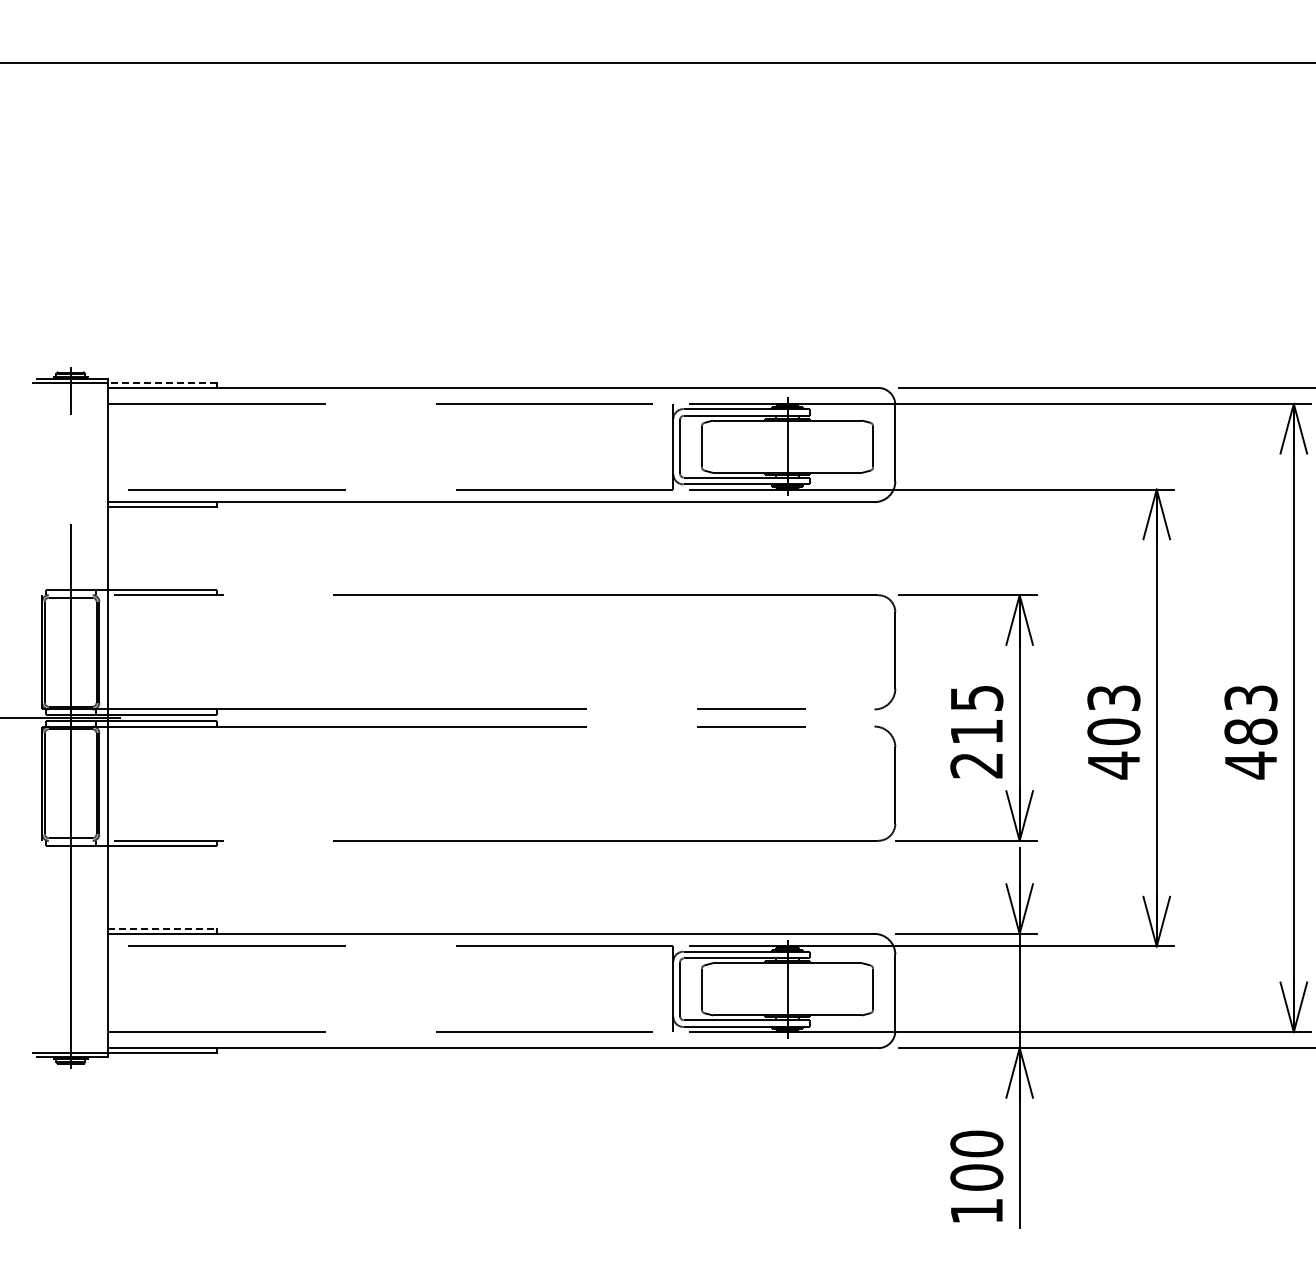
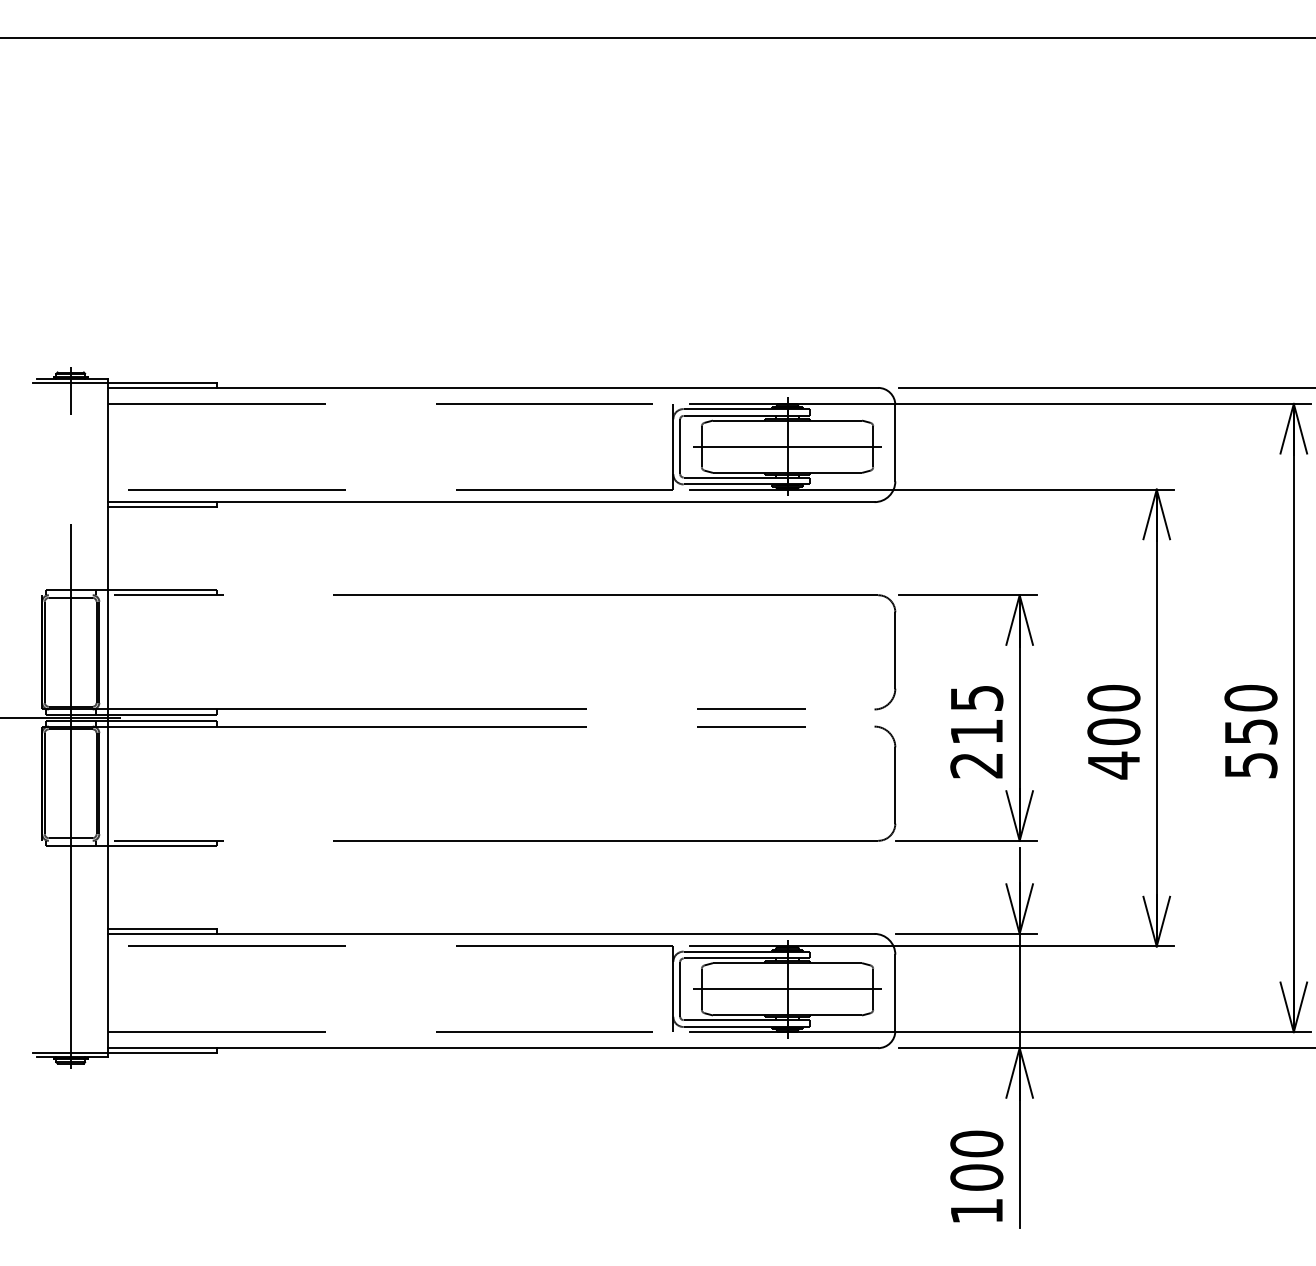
line at (657, 62) position: (657, 62) -> (657, 37)
line at (162, 382): dashed -> solid
line at (787, 446): none -> present
text at (1113, 698): 403 -> 400
text at (1250, 732): 483 -> 550
line at (163, 928): dashed -> solid
line at (787, 989): none -> present
